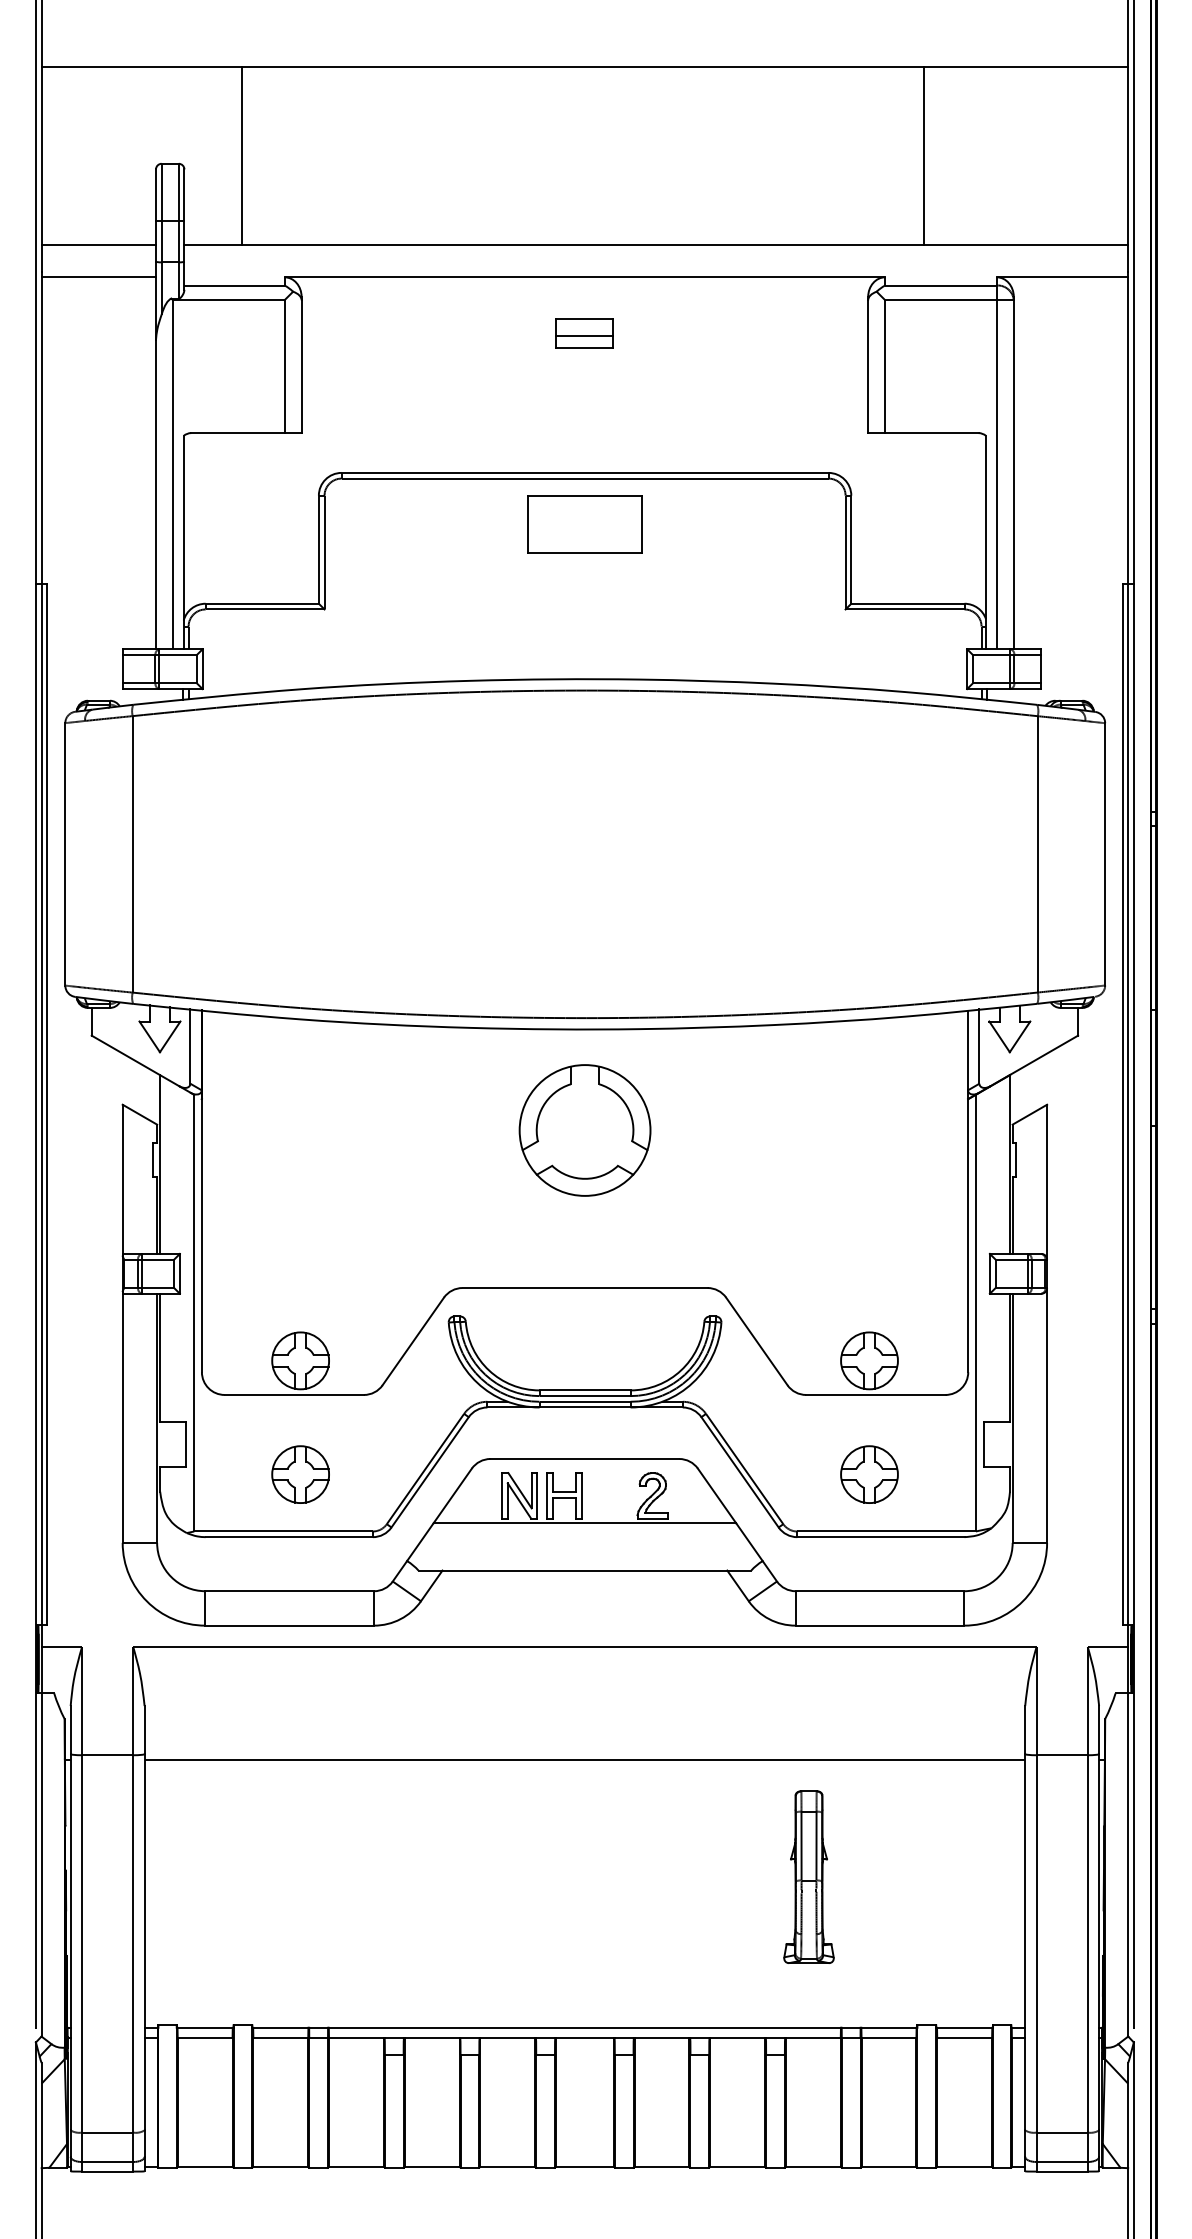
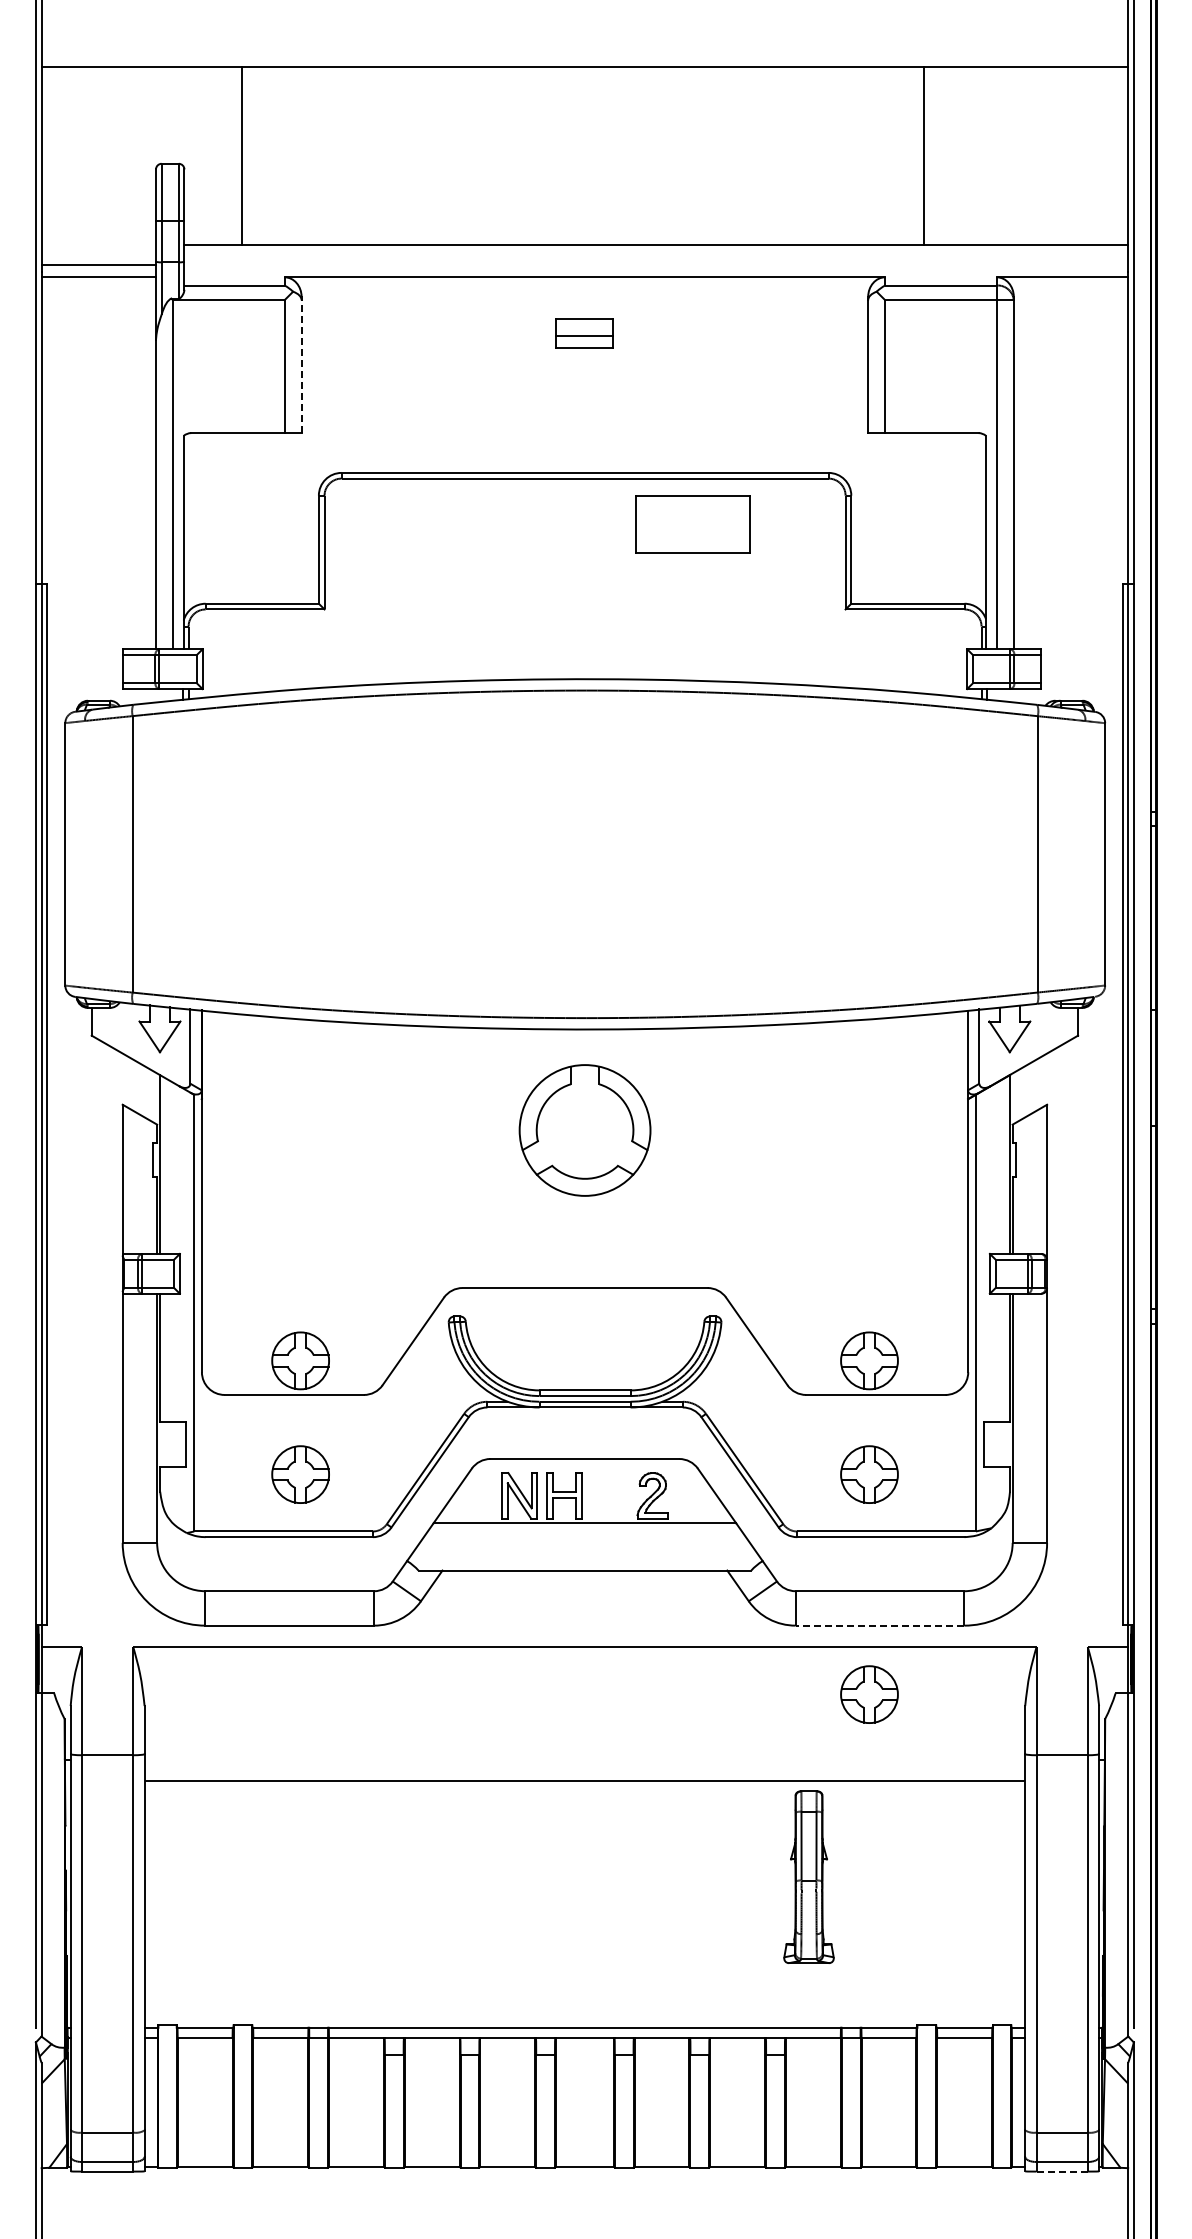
line at (98, 244) position: (98, 244) -> (98, 264)
line at (301, 366): solid -> dashed
part at (584, 524) position: (584, 524) -> (692, 524)
line at (879, 1625): solid -> dashed
part at (869, 1694): none -> present
line at (584, 1759) position: (584, 1759) -> (584, 1780)
line at (1062, 2171): solid -> dashed
